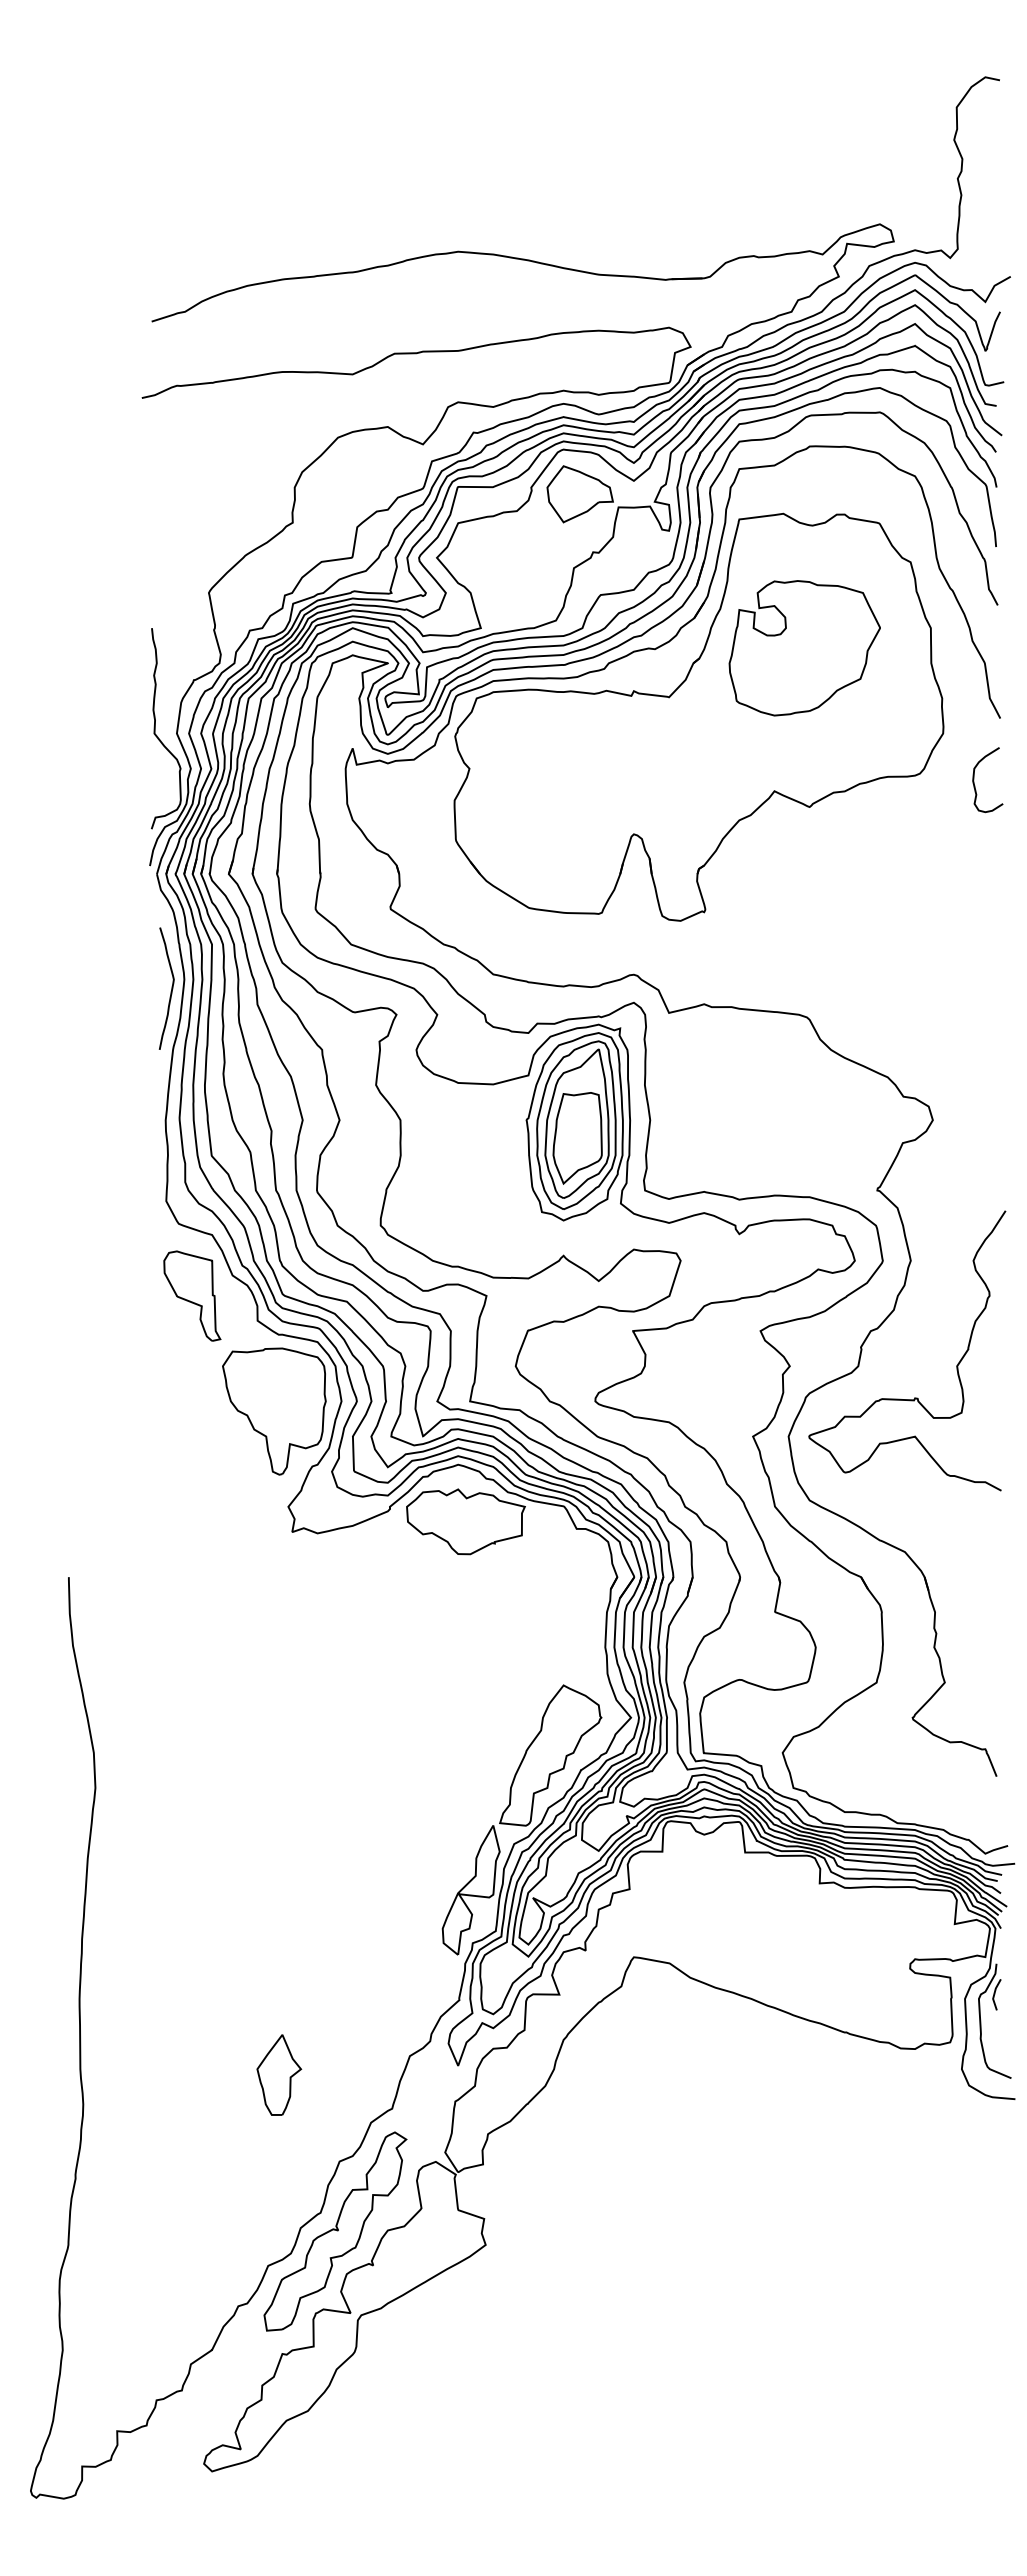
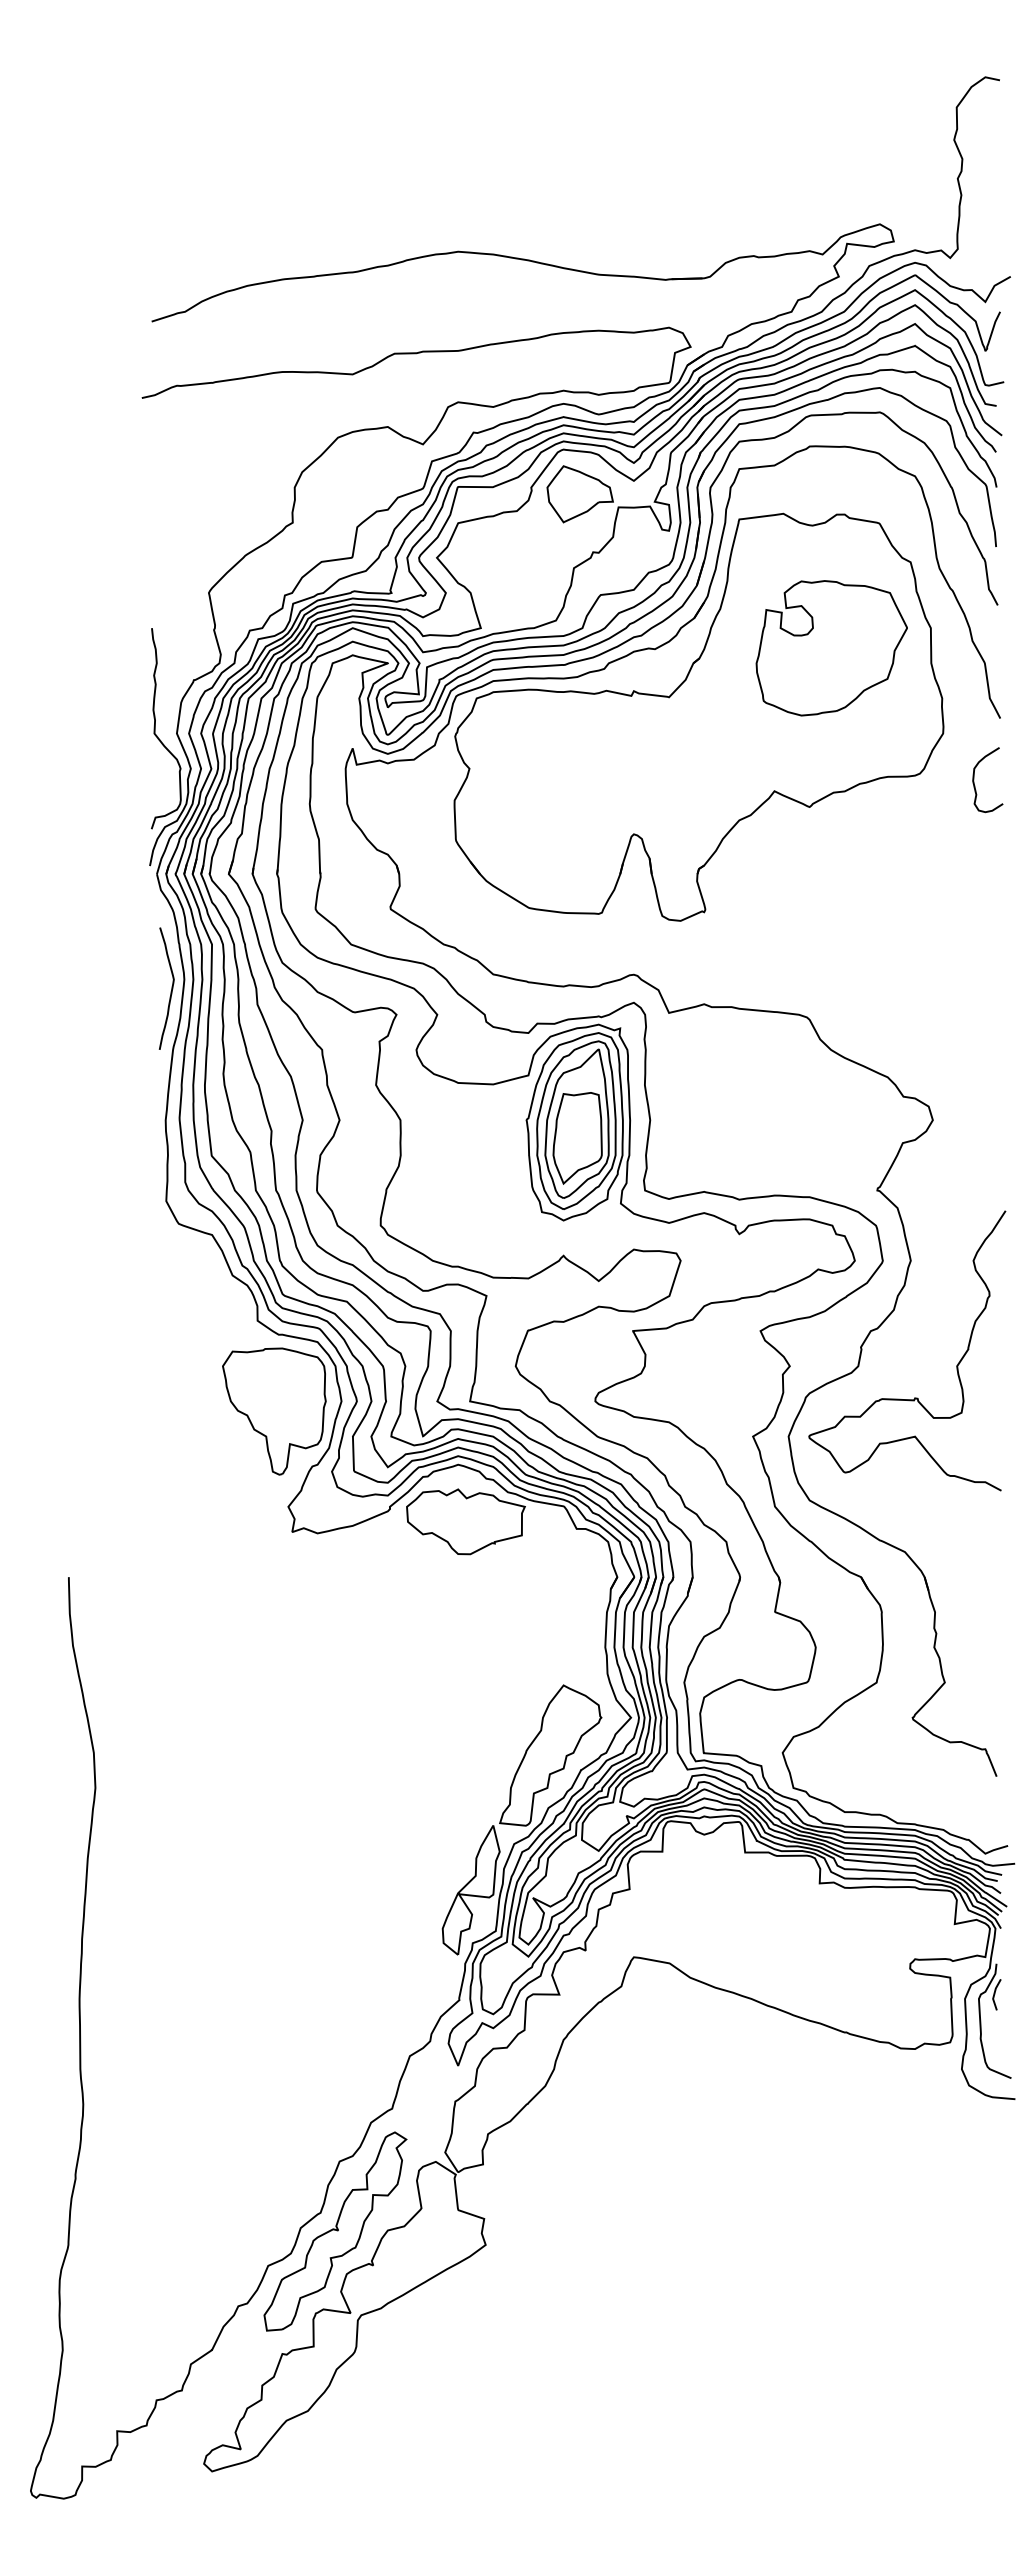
part at (804, 648) position: (804, 648) -> (831, 648)
part at (192, 1295): present -> none
part at (279, 2074): present -> none
